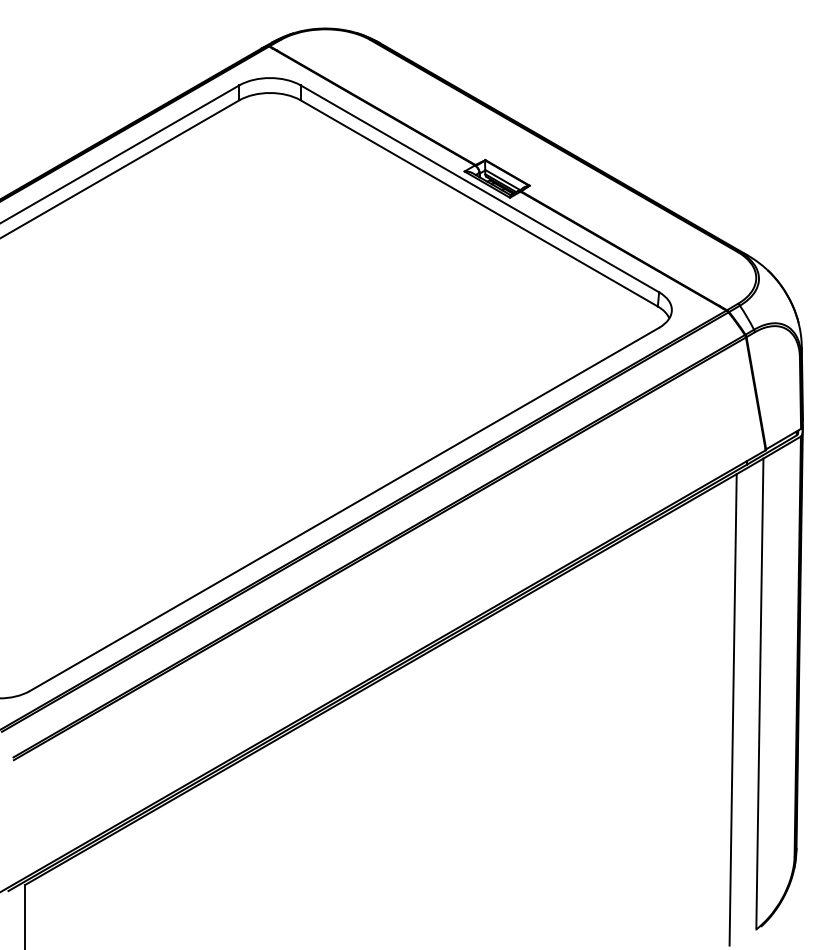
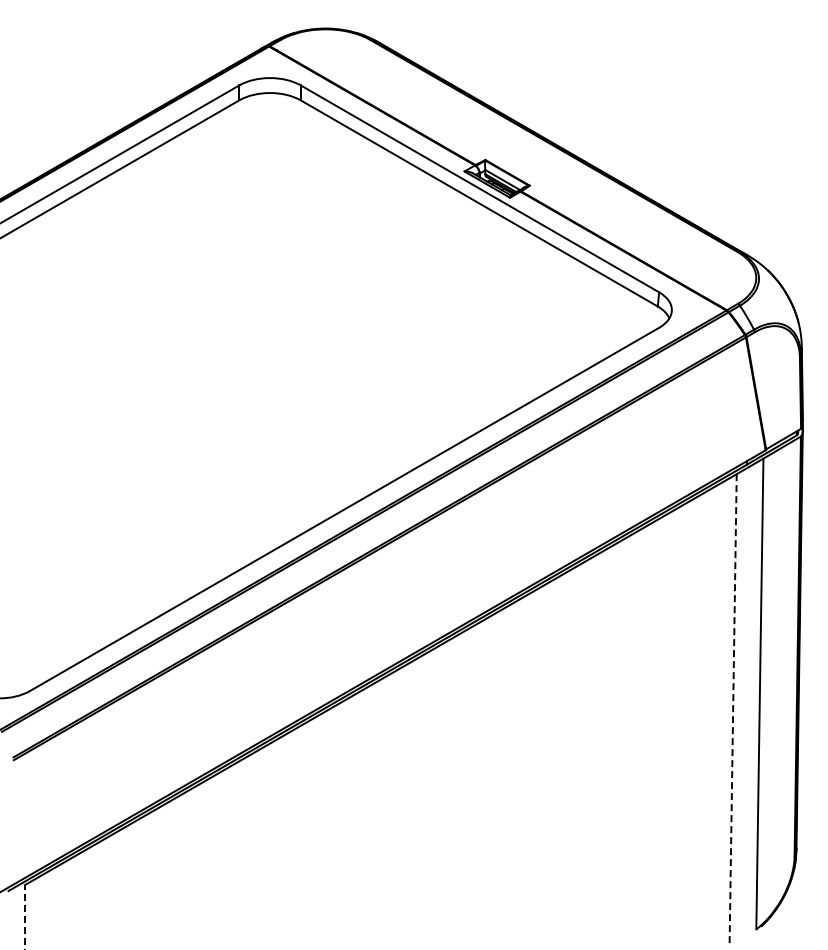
line at (733, 709): solid -> dashed
line at (24, 917): solid -> dashed
